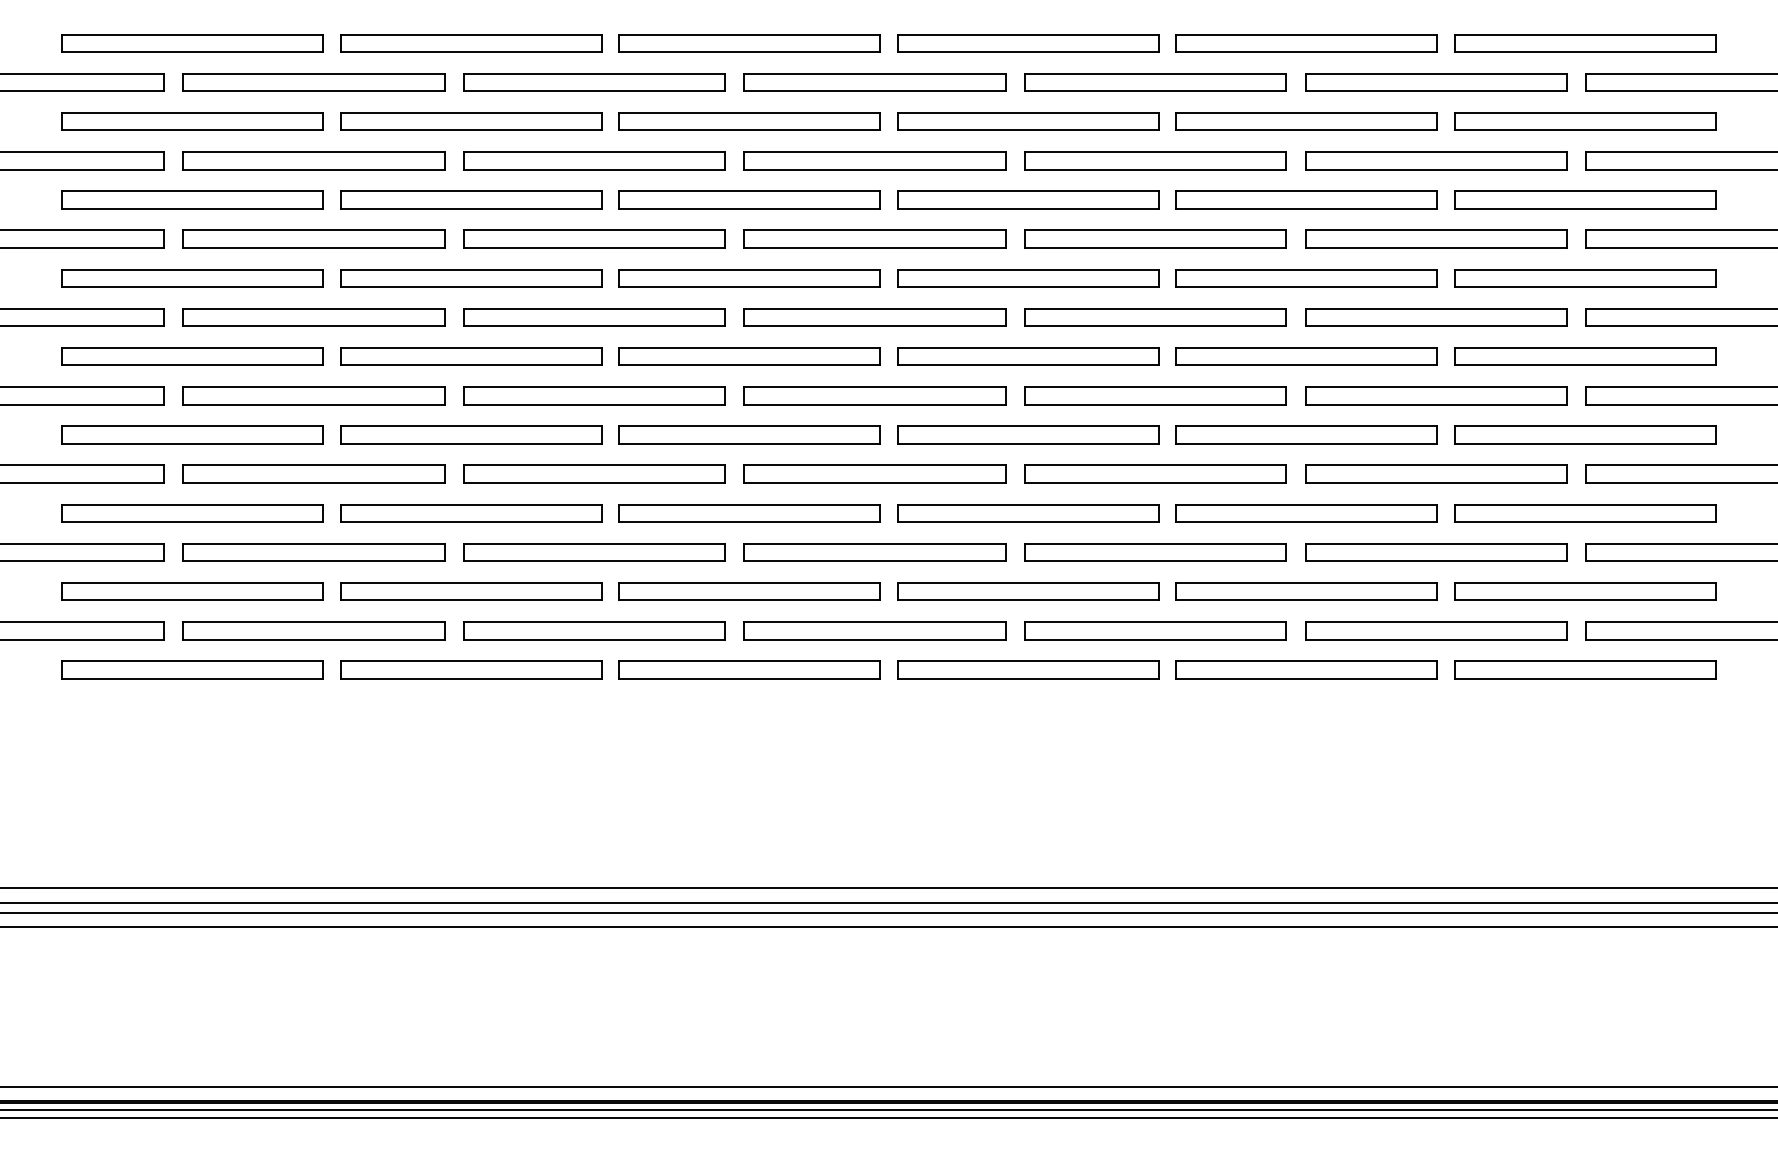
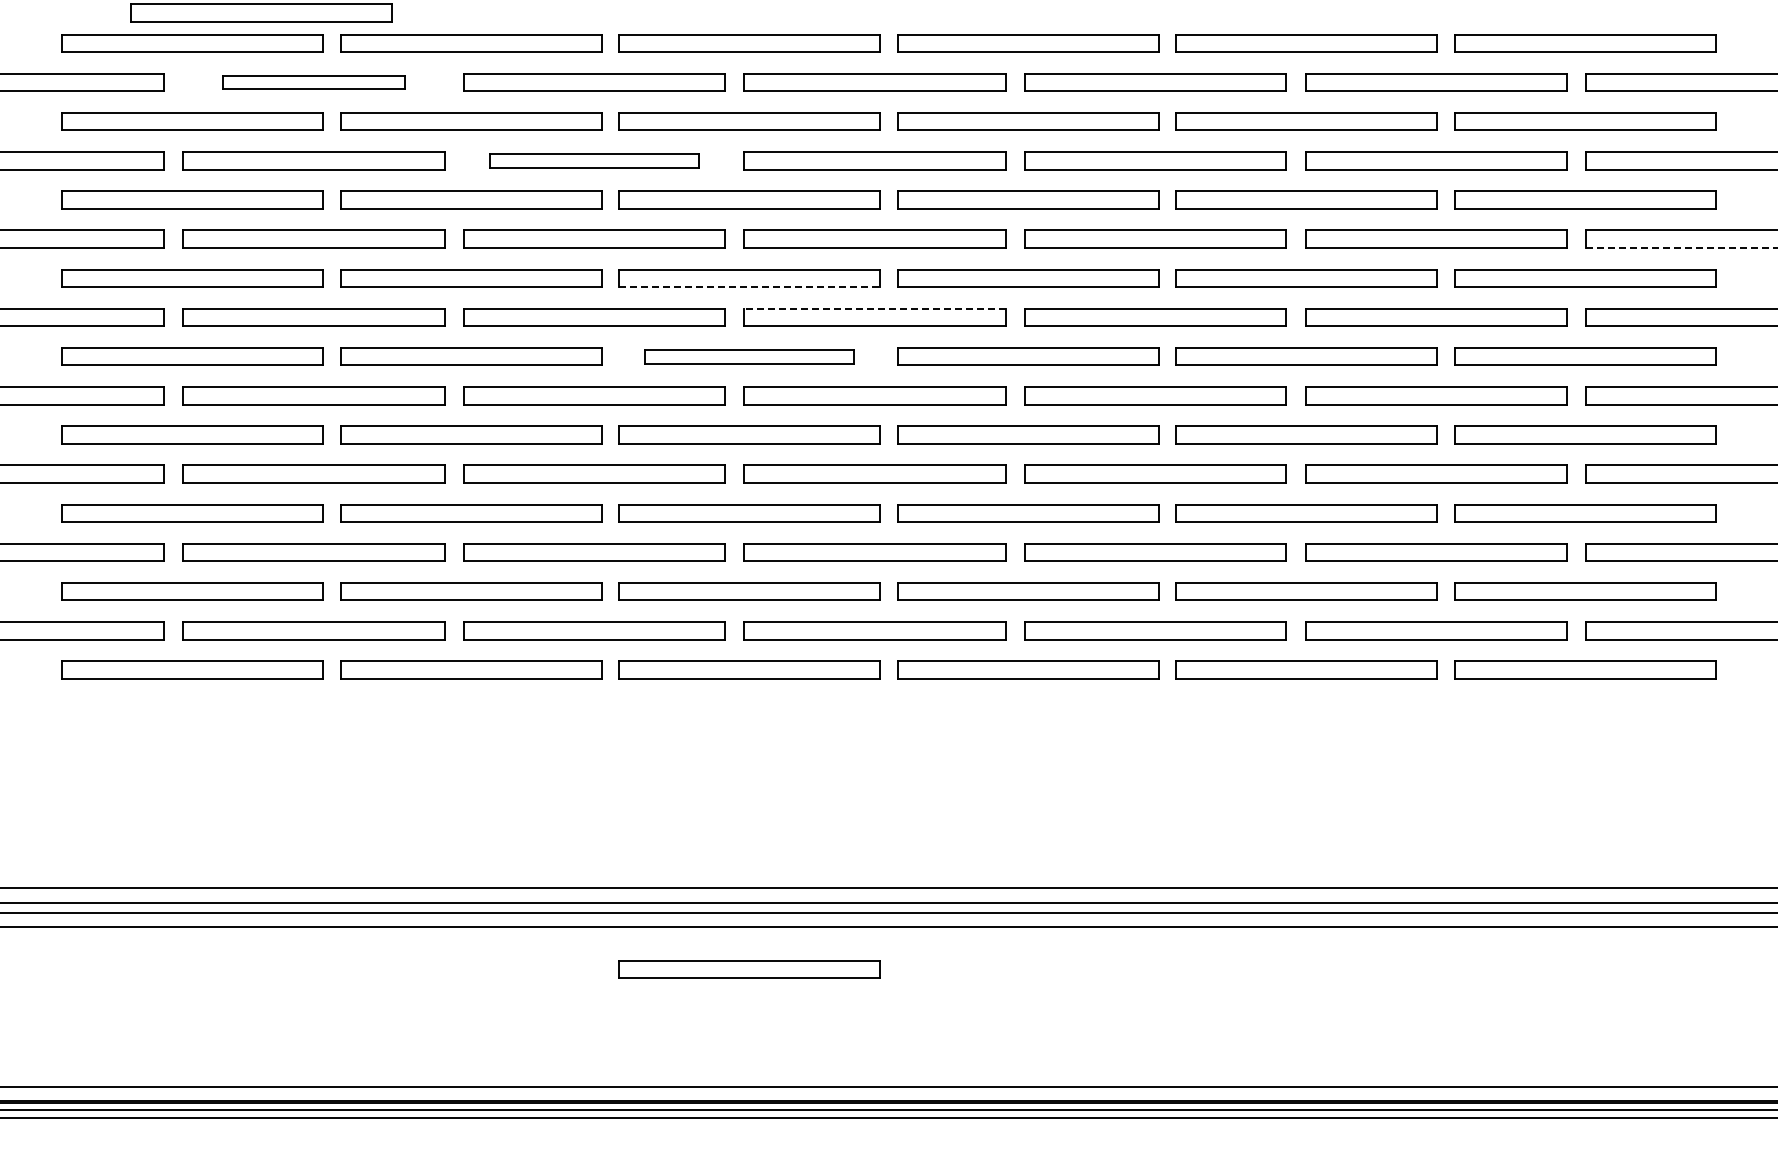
part at (261, 12): none -> present
part at (313, 82) size: 264x19 px -> 184x15 px
part at (594, 160) size: 263x20 px -> 211x16 px
line at (1681, 247): solid -> dashed
line at (749, 287): solid -> dashed
line at (875, 308): solid -> dashed
part at (749, 356) size: 263x19 px -> 211x16 px
part at (749, 969): none -> present
